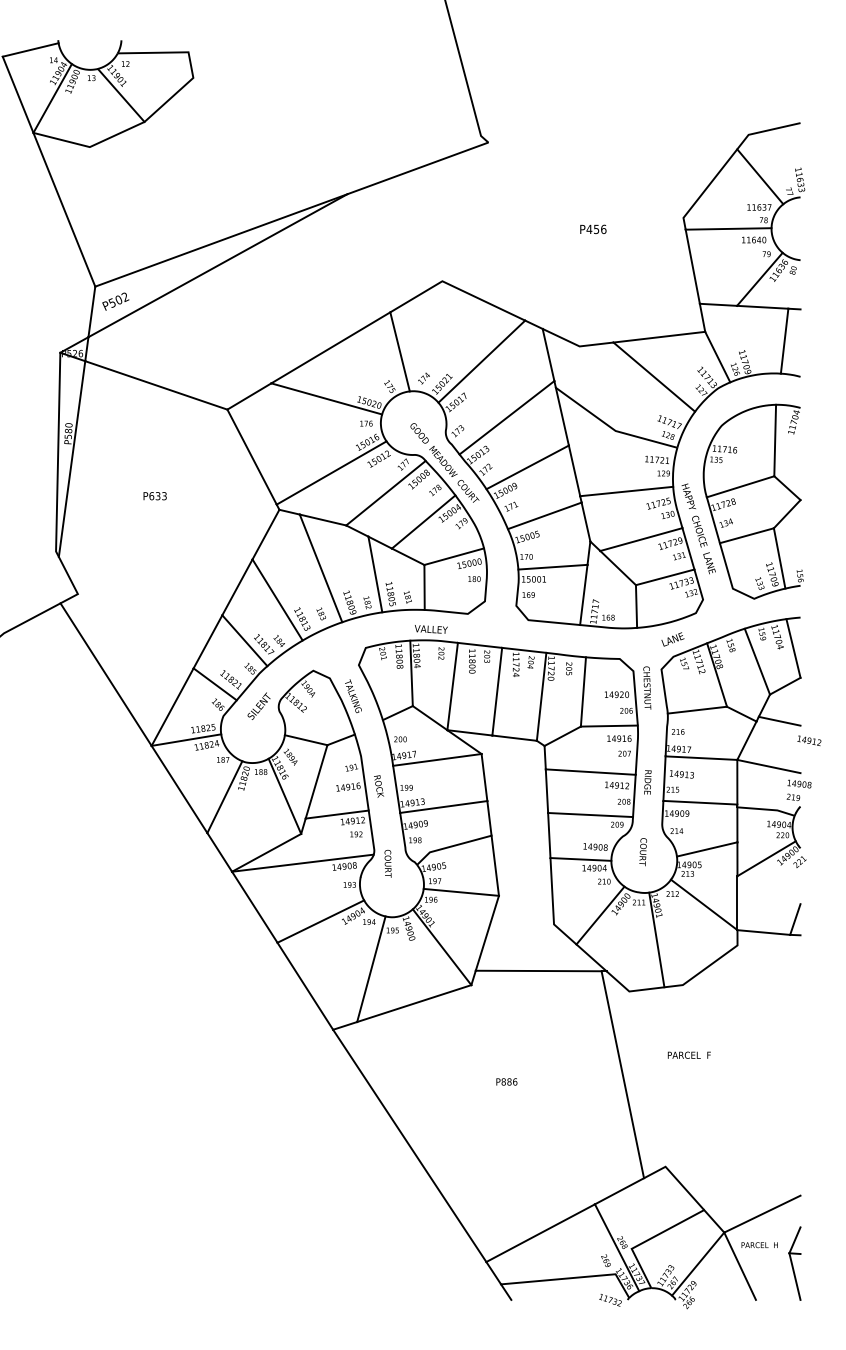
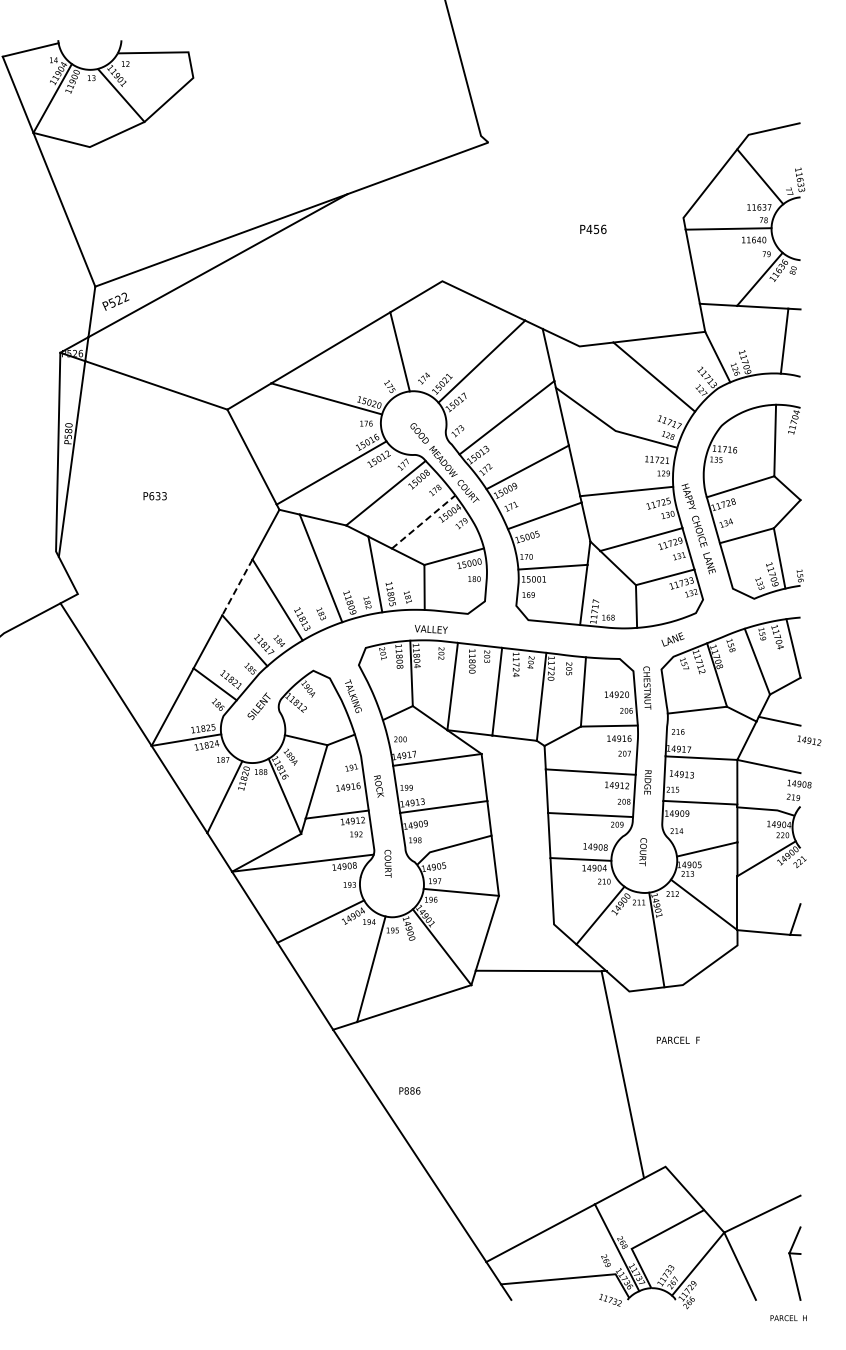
text at (118, 300): P502 -> P522
line at (424, 521): solid -> dashed
line at (237, 587): solid -> dashed
text at (688, 1054) position: (688, 1054) -> (677, 1039)
text at (506, 1081) position: (506, 1081) -> (409, 1090)
text at (759, 1245) position: (759, 1245) -> (788, 1318)
